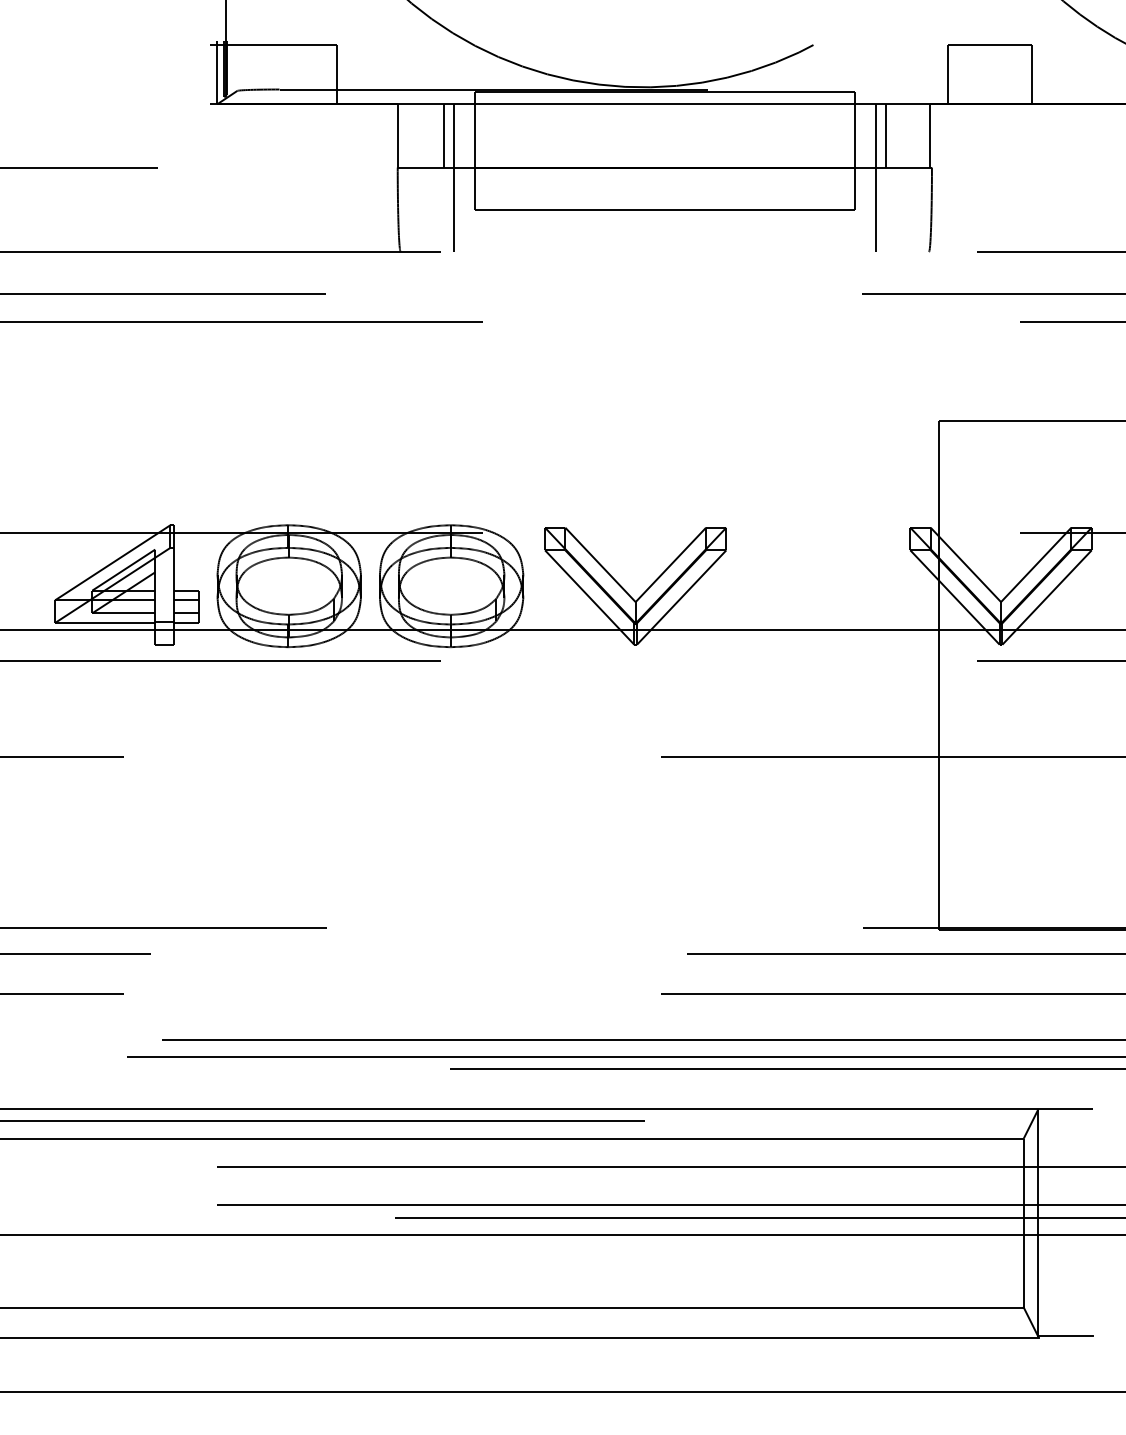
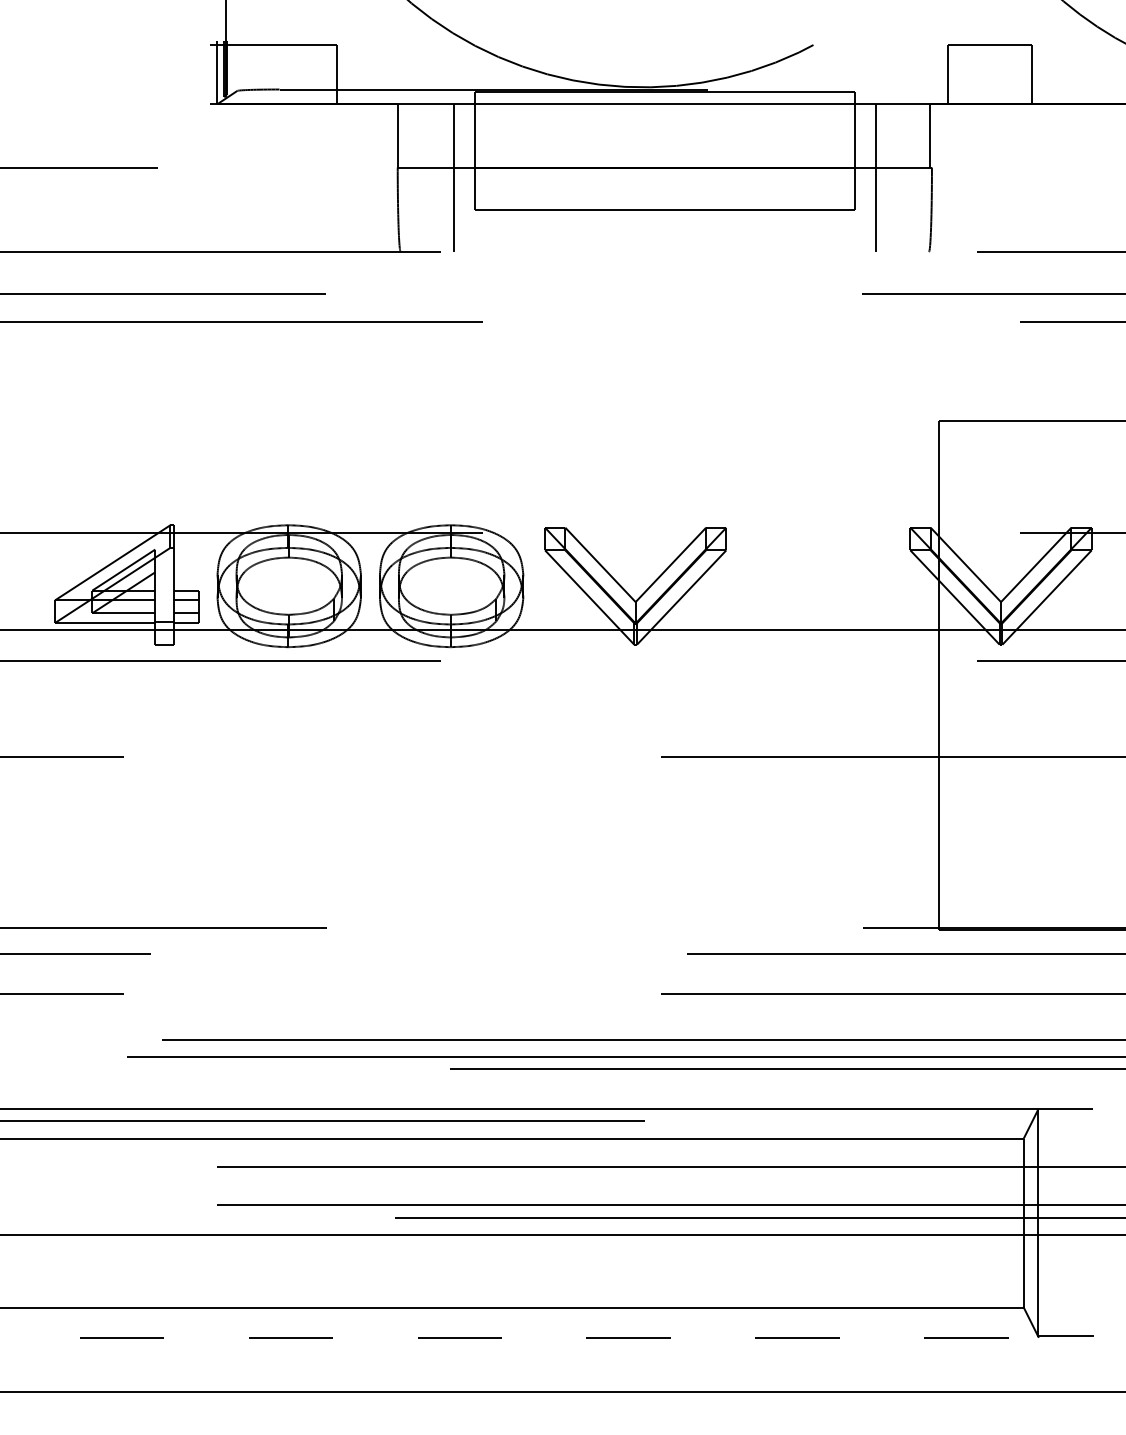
line at (443, 135): present -> none
line at (886, 135): present -> none
line at (519, 1337): solid -> dashed
